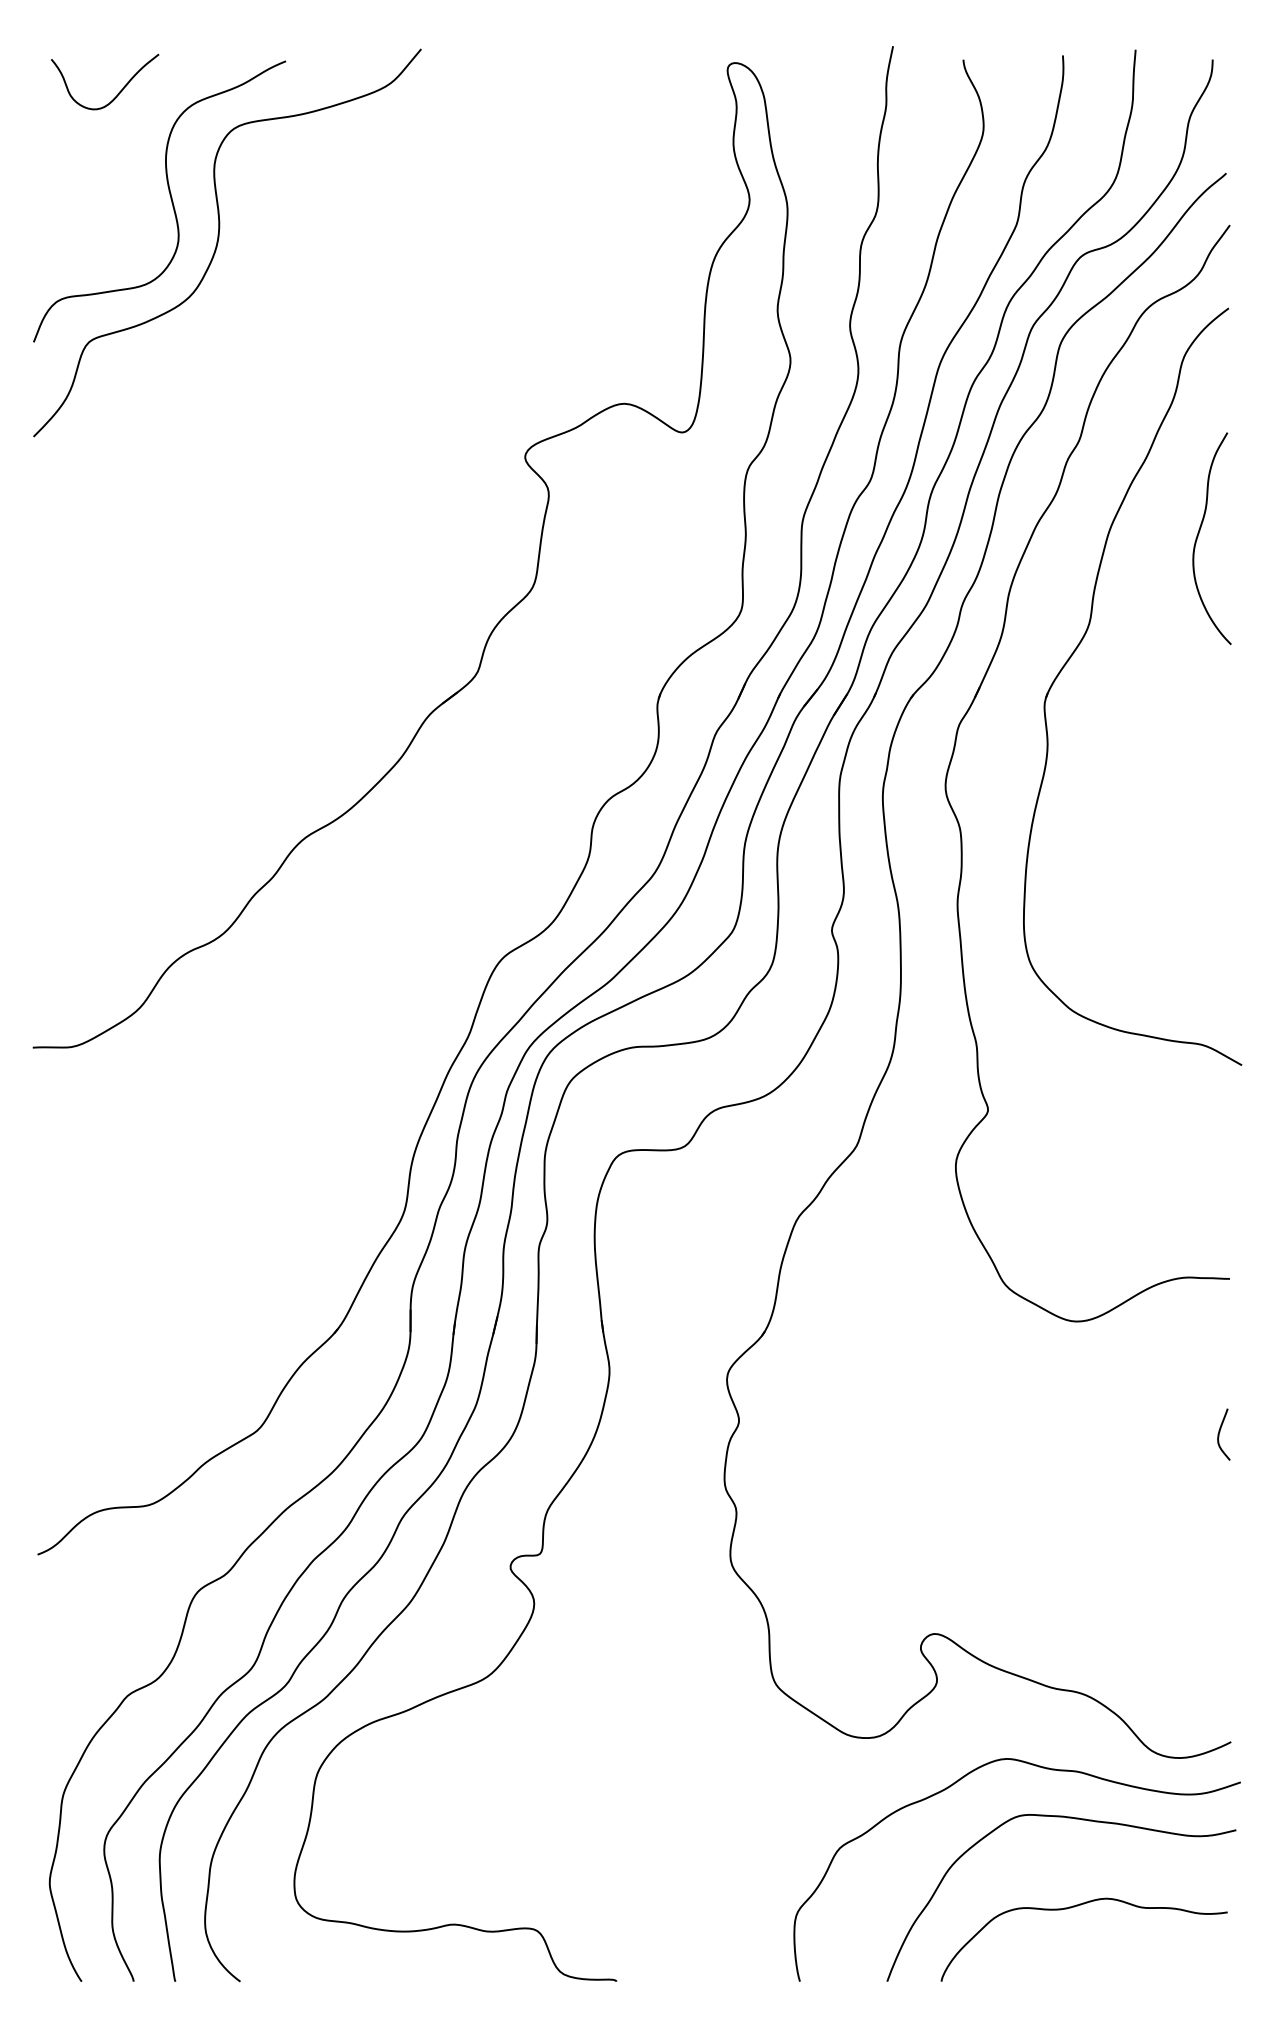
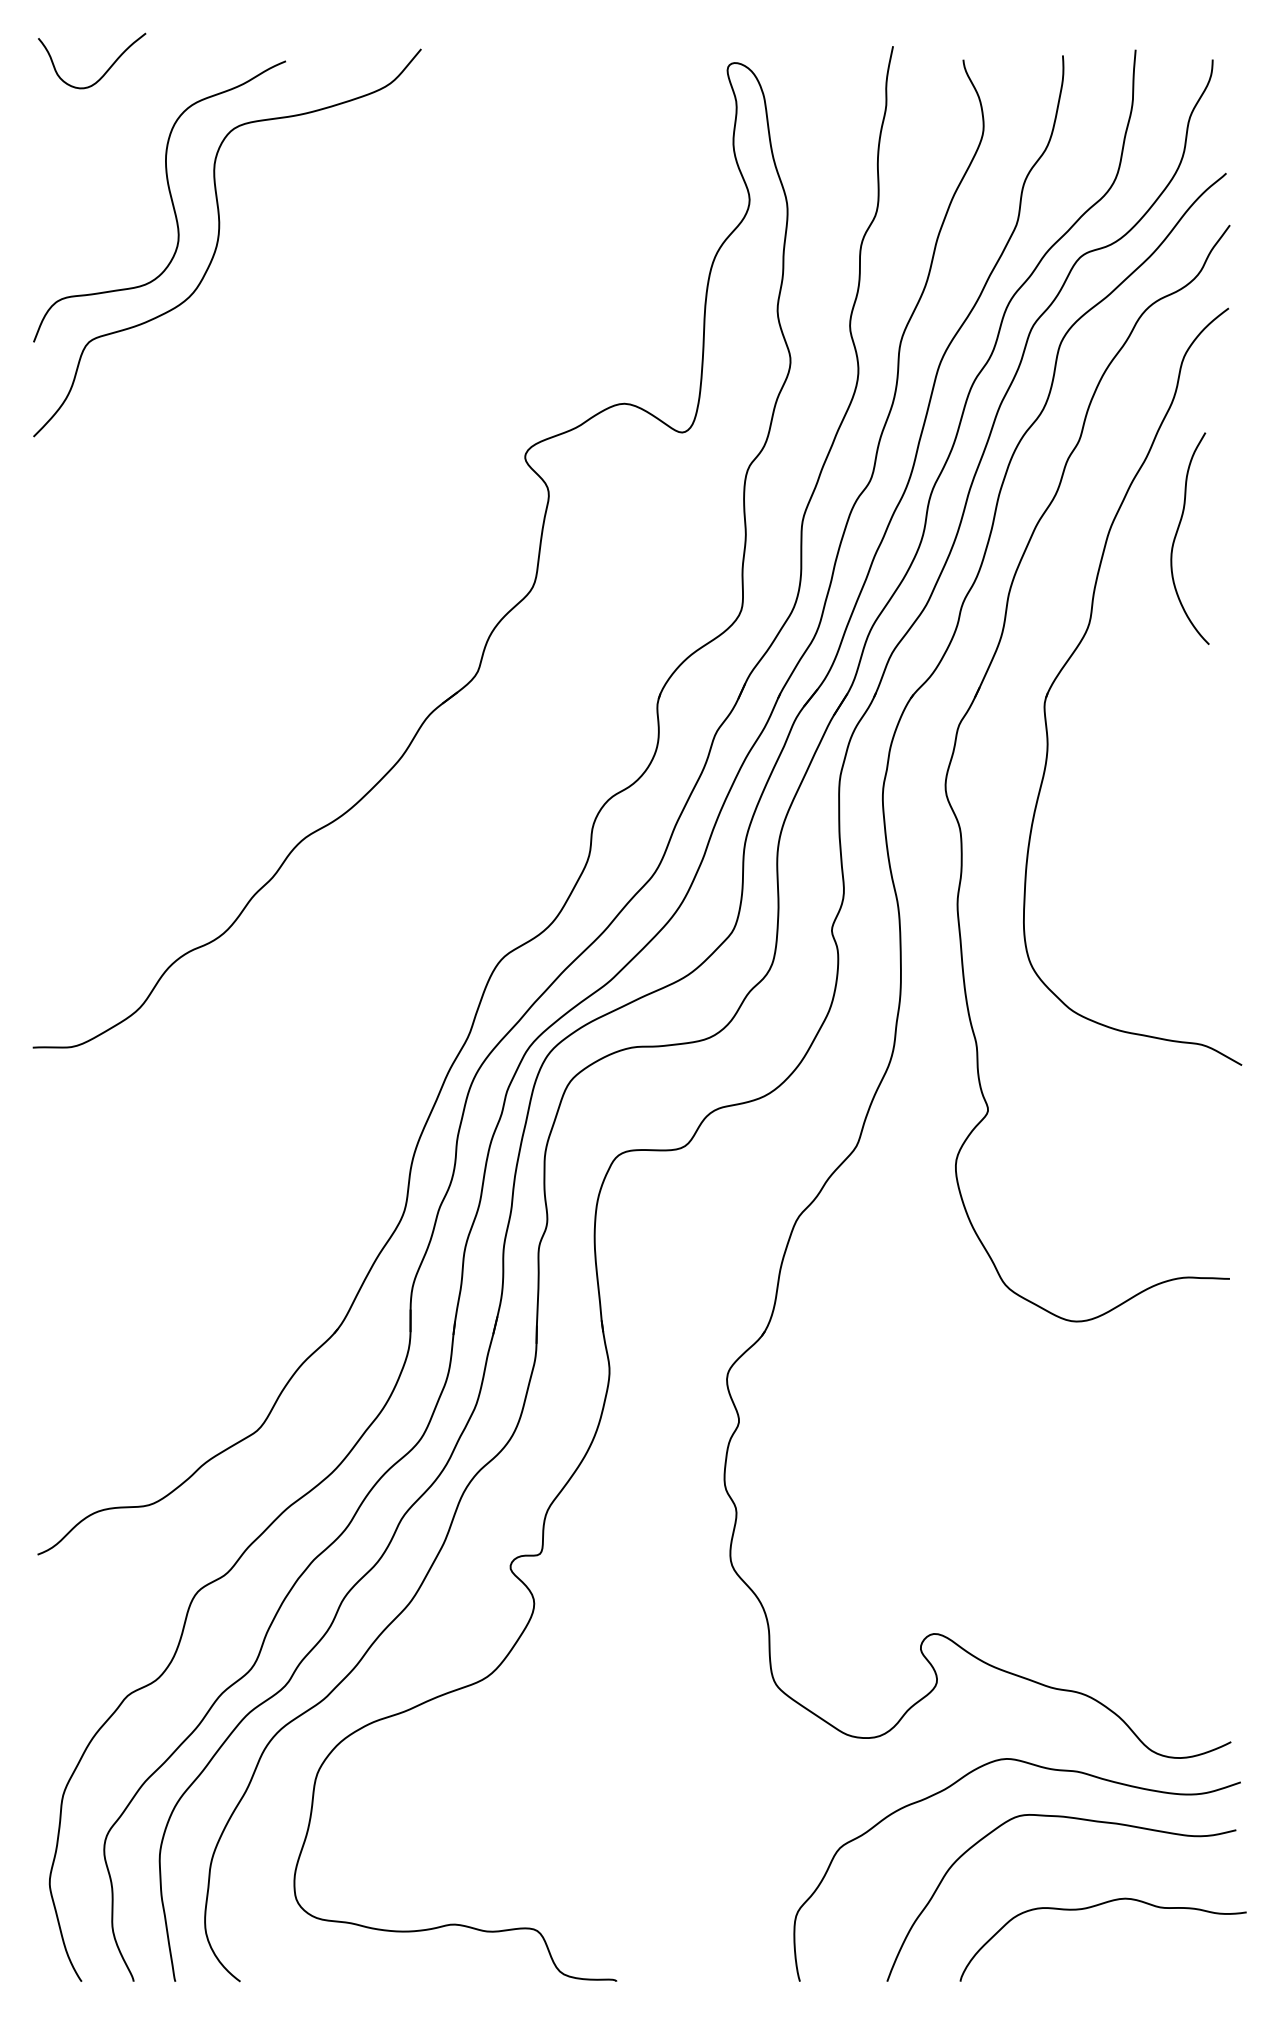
curve at (118, 92) position: (118, 92) -> (105, 71)
curve at (1199, 533) position: (1199, 533) -> (1177, 533)
curve at (1220, 1432): present -> none
curve at (1074, 1907) position: (1074, 1907) -> (1093, 1907)
